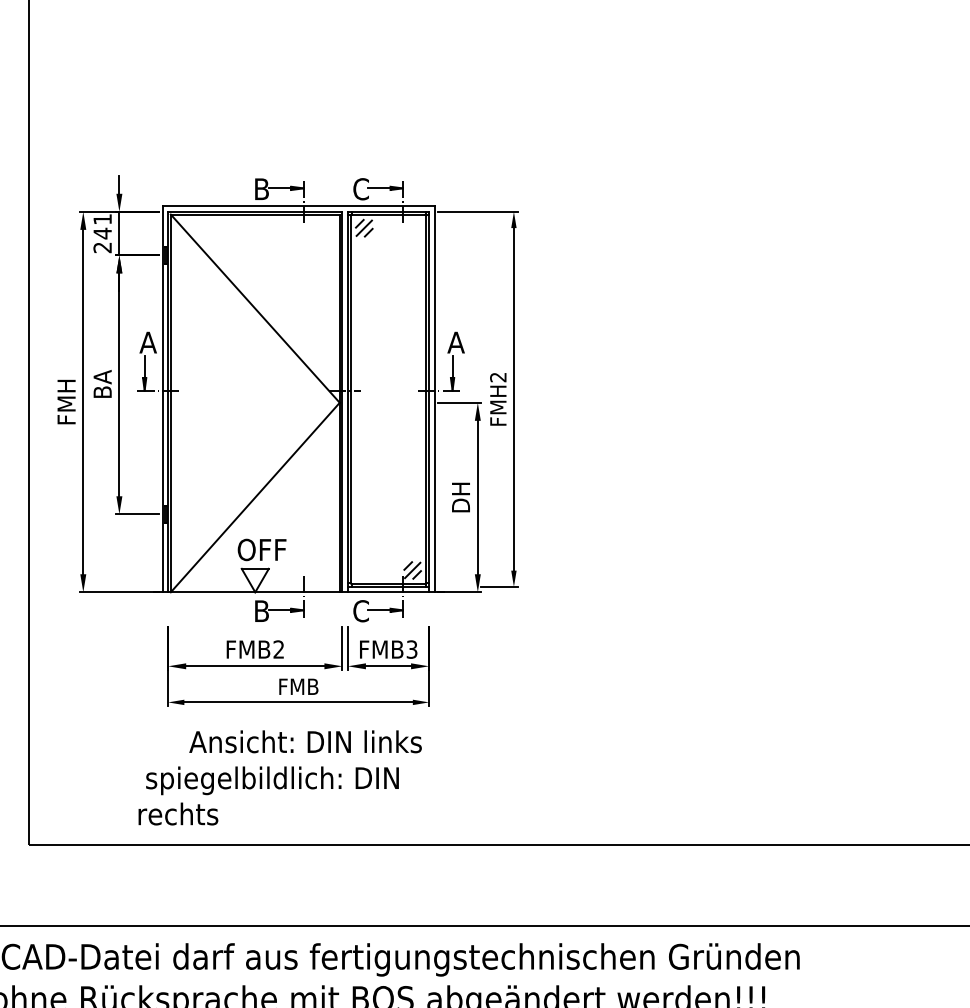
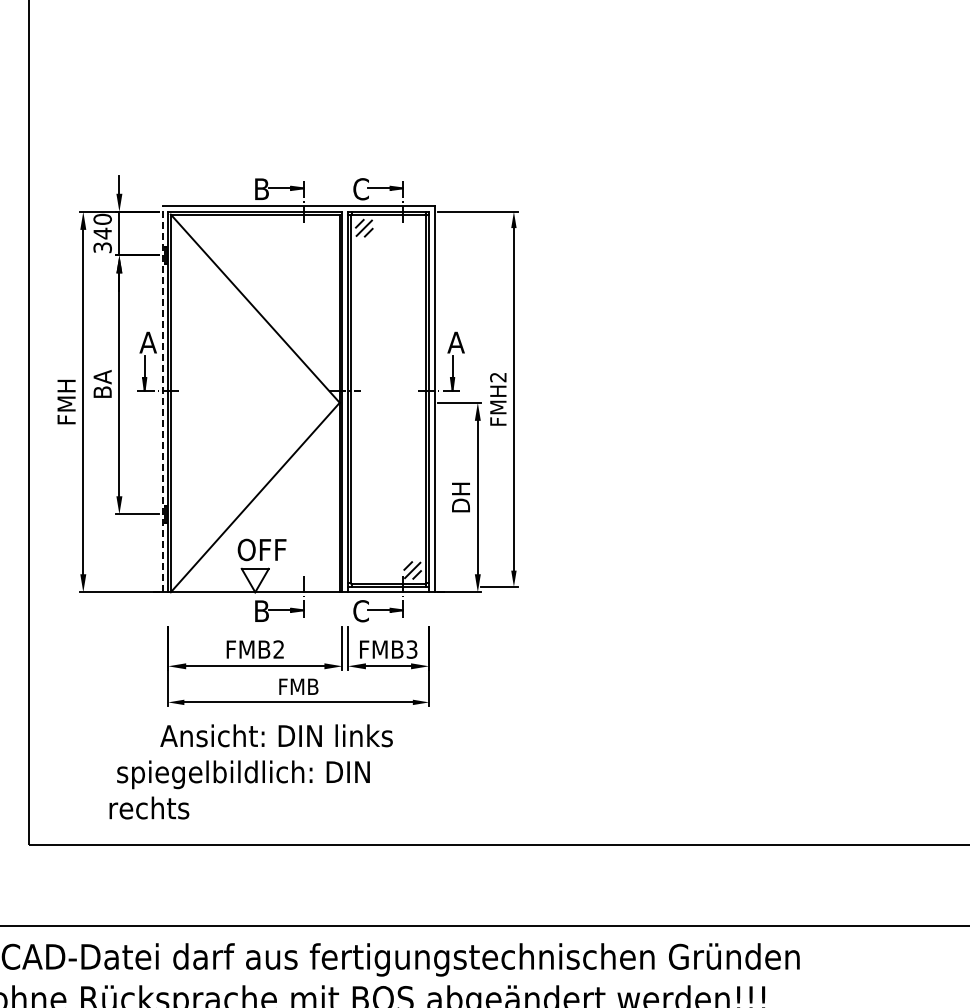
text at (102, 233): 241 -> 340
line at (162, 399): solid -> dashed
text at (279, 777) position: (279, 777) -> (250, 771)
